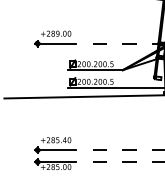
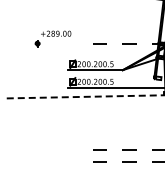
line at (55, 43): present -> none
line at (84, 96): solid -> dashed
part at (55, 153): present -> none
